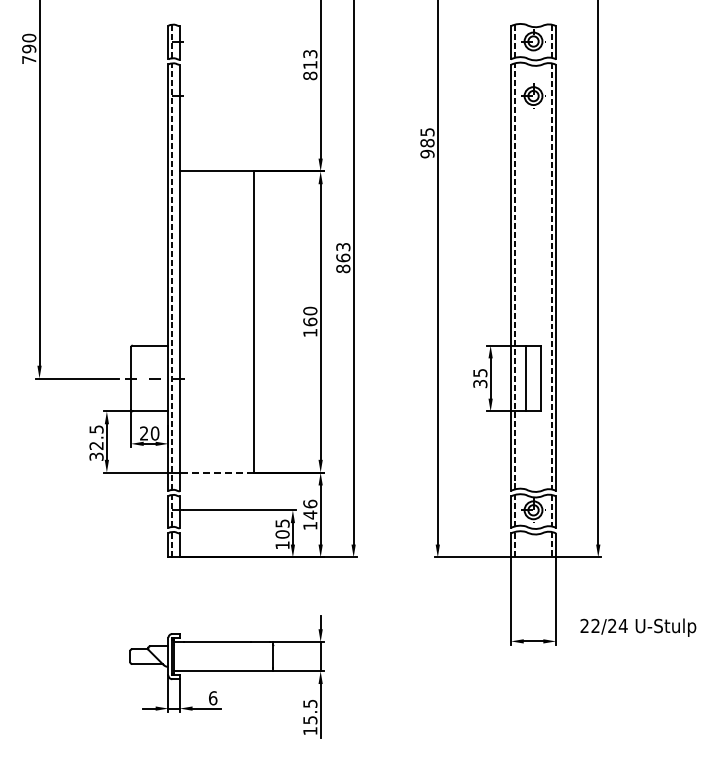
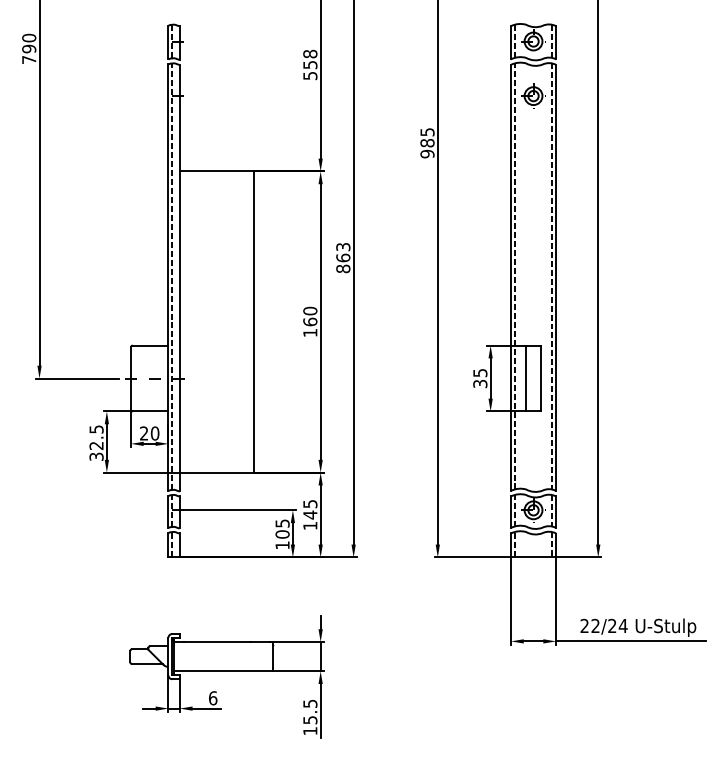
text at (310, 64): 813 -> 558
line at (216, 472): dashed -> solid
text at (310, 503): 146 -> 145
line at (630, 641): none -> present
